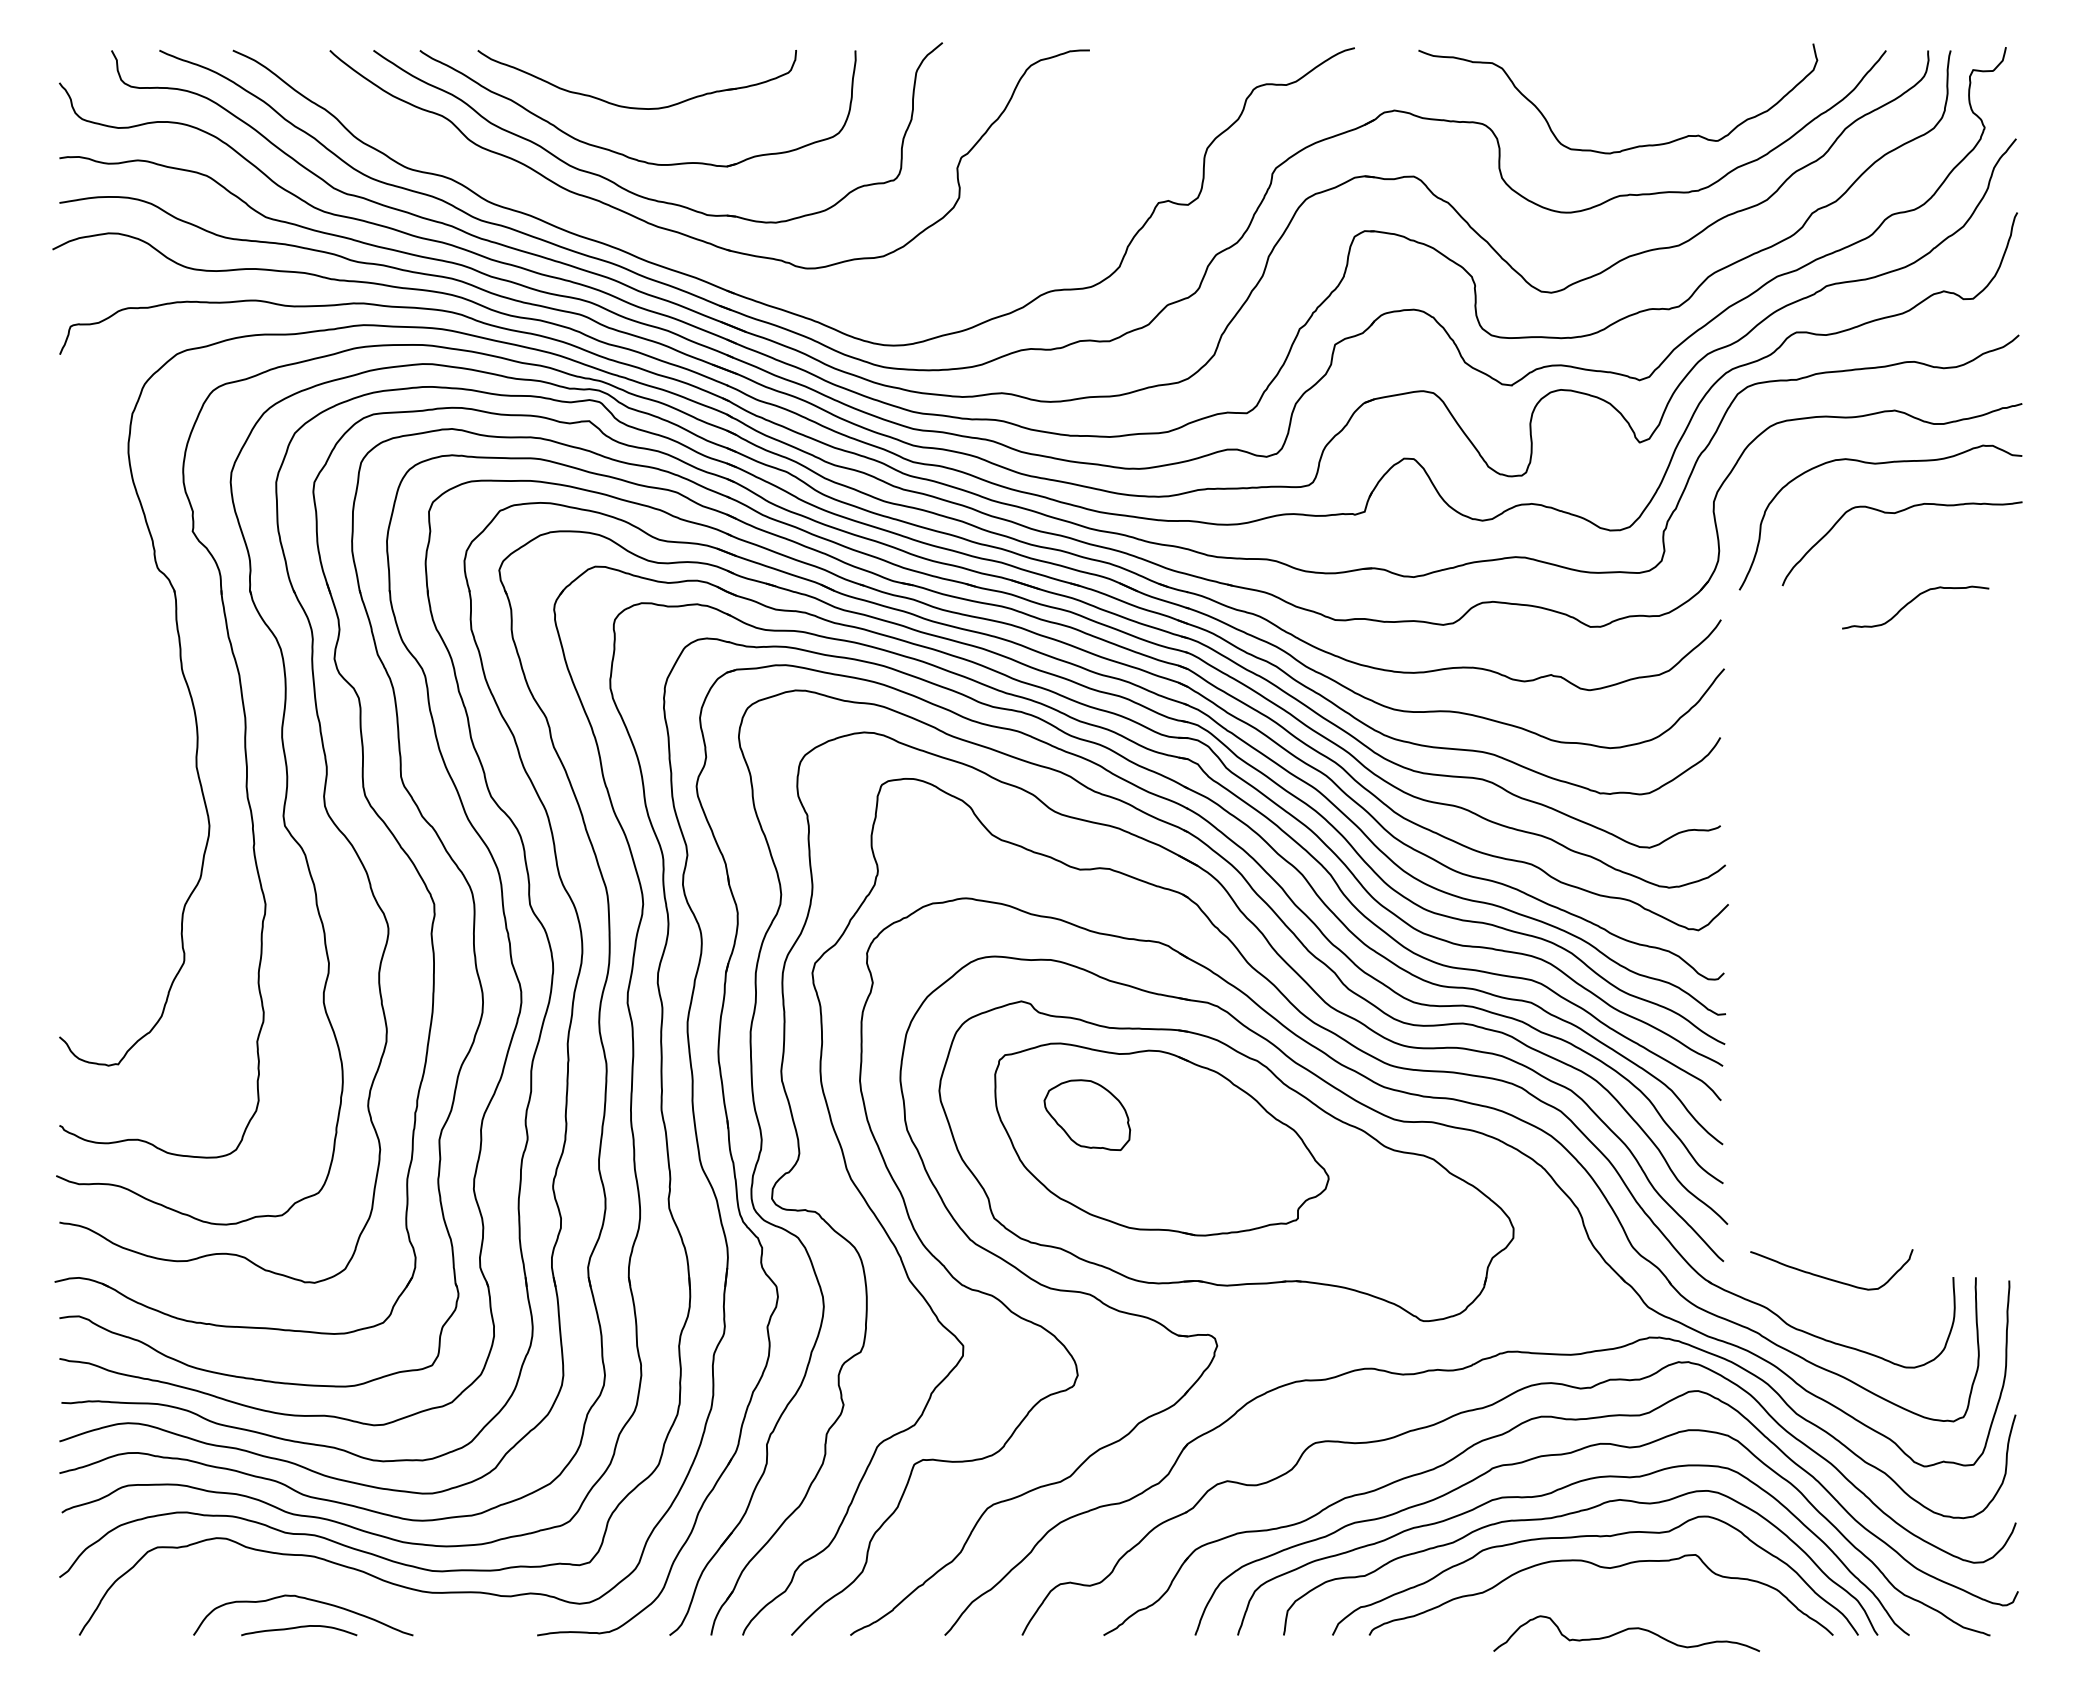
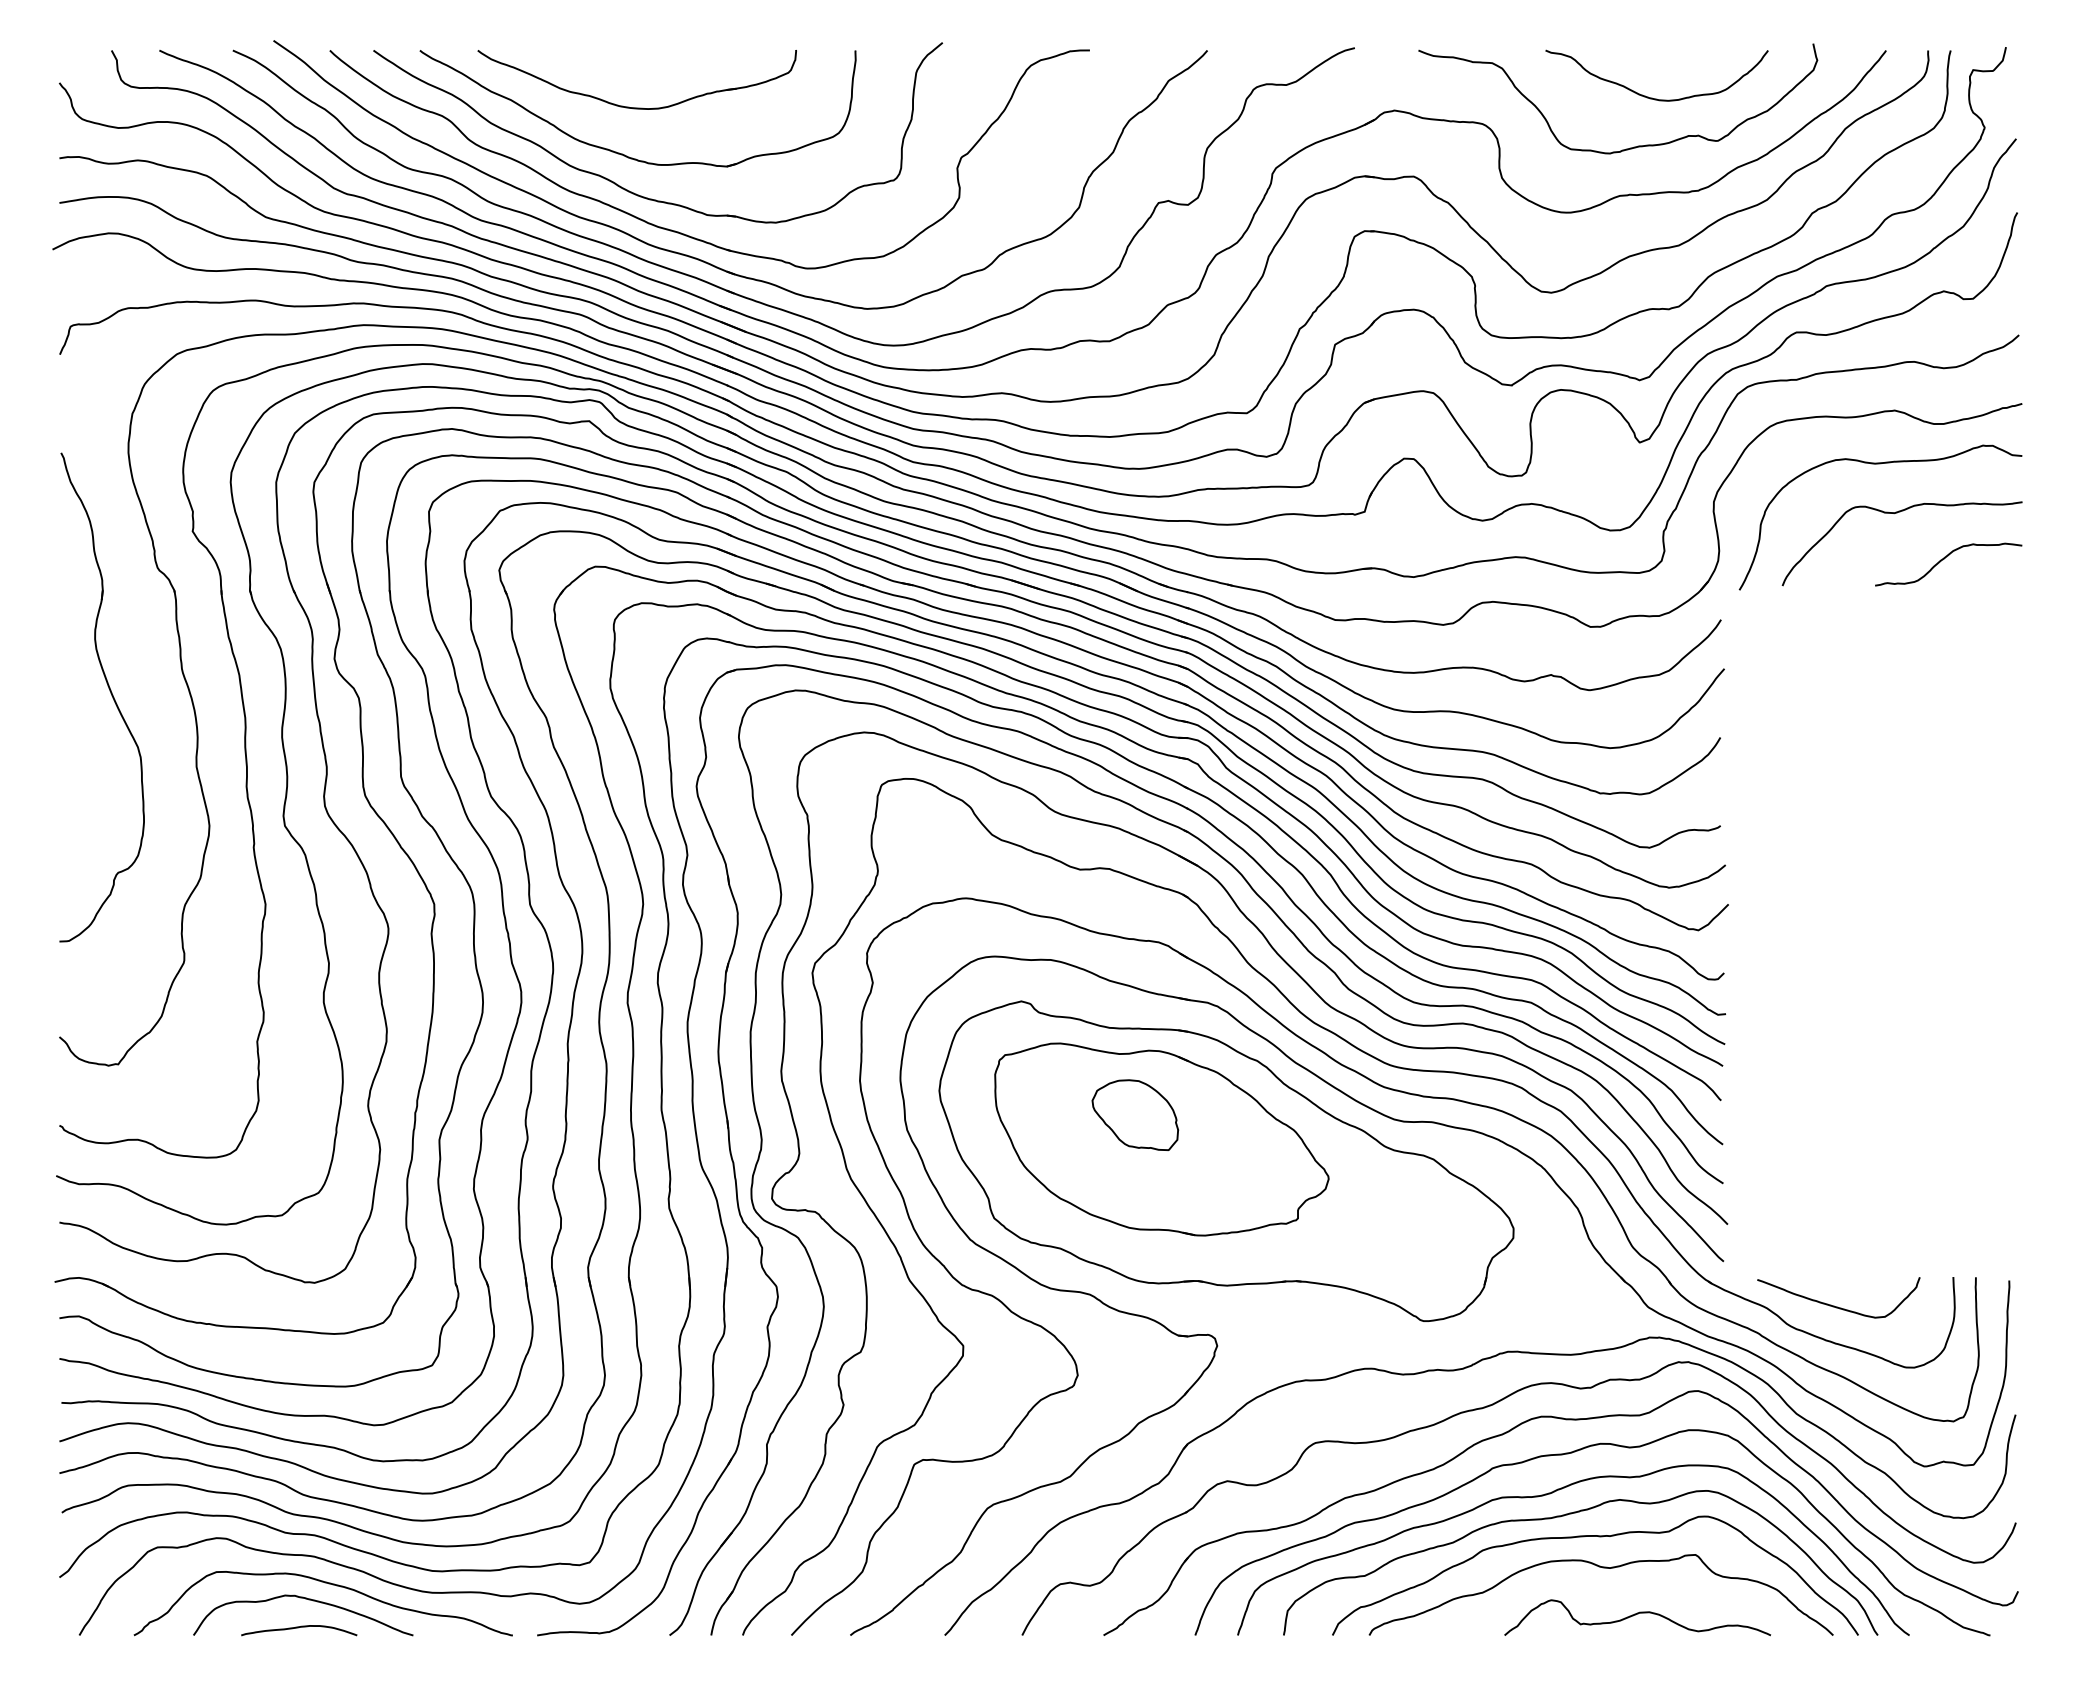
curve at (1652, 97): none -> present
part at (704, 260): none -> present
curve at (1911, 602) position: (1911, 602) -> (1944, 559)
part at (110, 693): none -> present
part at (1087, 1114) position: (1087, 1114) -> (1135, 1114)
curve at (1827, 1277) position: (1827, 1277) -> (1834, 1305)
curve at (328, 1584): none -> present
curve at (1624, 1631) position: (1624, 1631) -> (1635, 1615)
